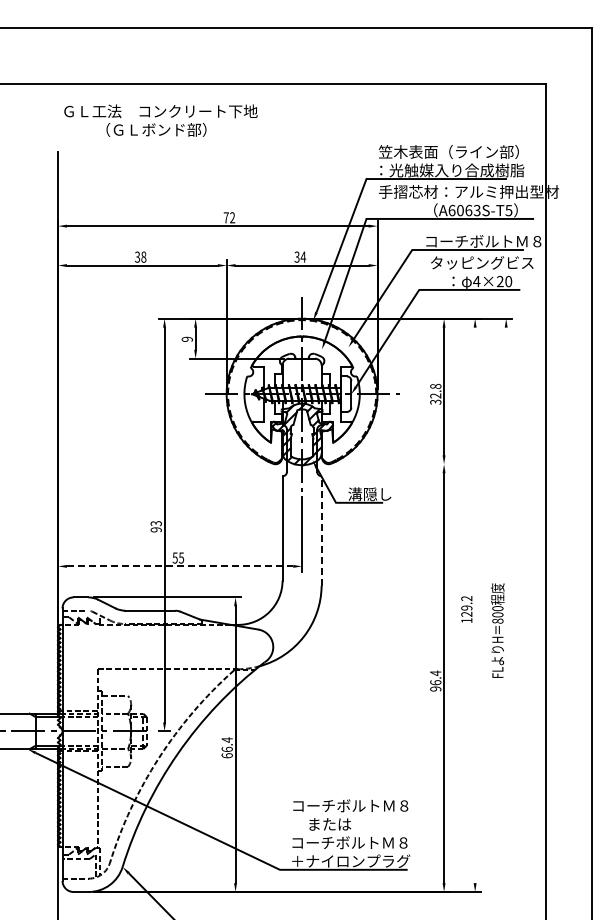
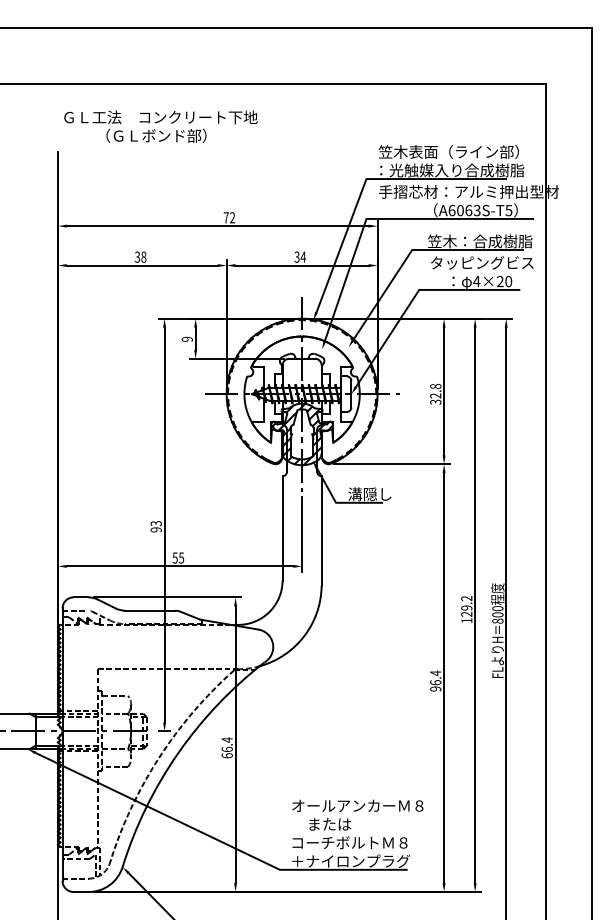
text at (160, 120) position: (160, 120) -> (160, 126)
text at (483, 241): コーチボルトＭ８ -> 笠木：合成樹脂
line at (391, 464): none -> present
line at (321, 531): dashed -> solid
line at (180, 566): dashed -> solid
line at (475, 605): none -> present
line at (506, 621): none -> present
text at (357, 805): コーチボルトＭ８ -> オールアンカーＭ８
